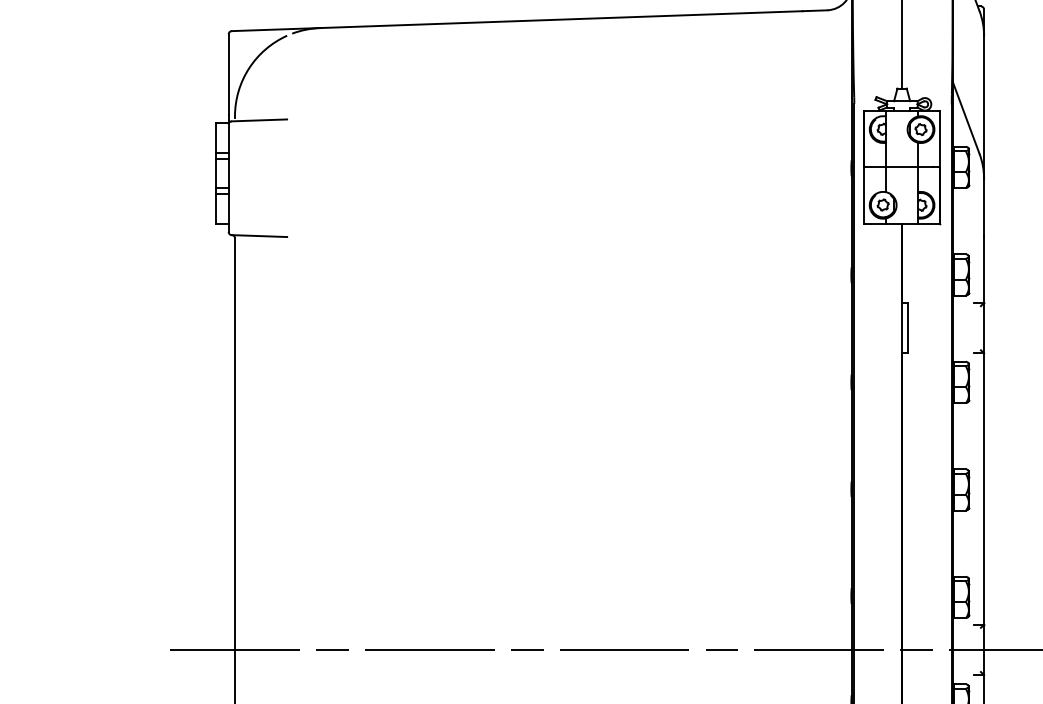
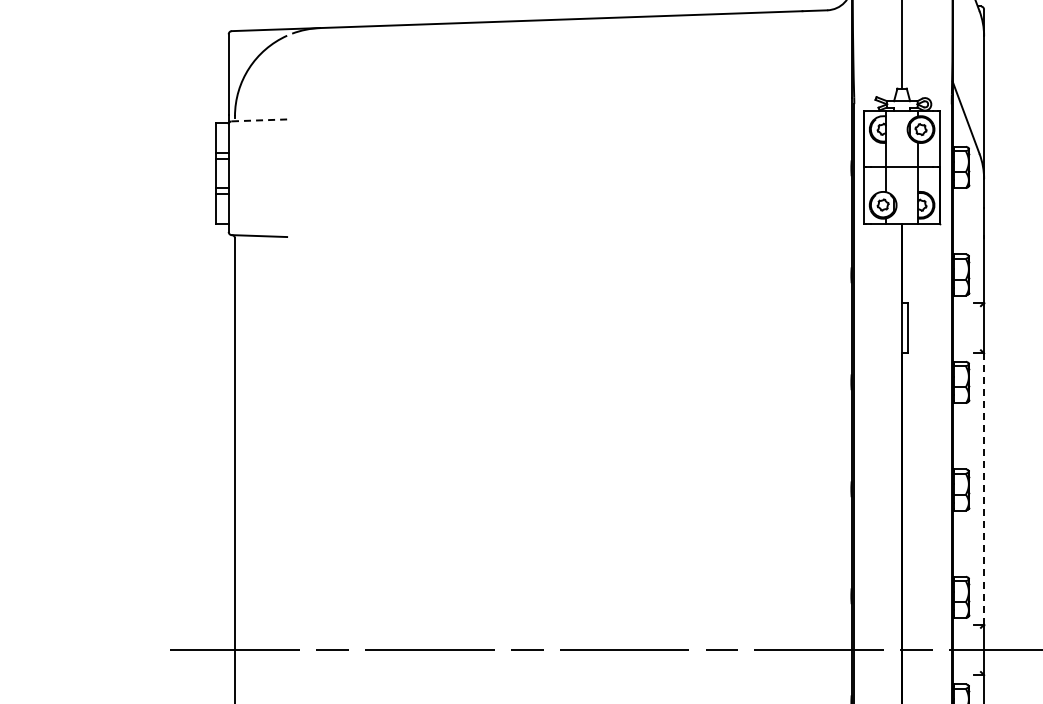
line at (259, 120): solid -> dashed
line at (984, 489): solid -> dashed
